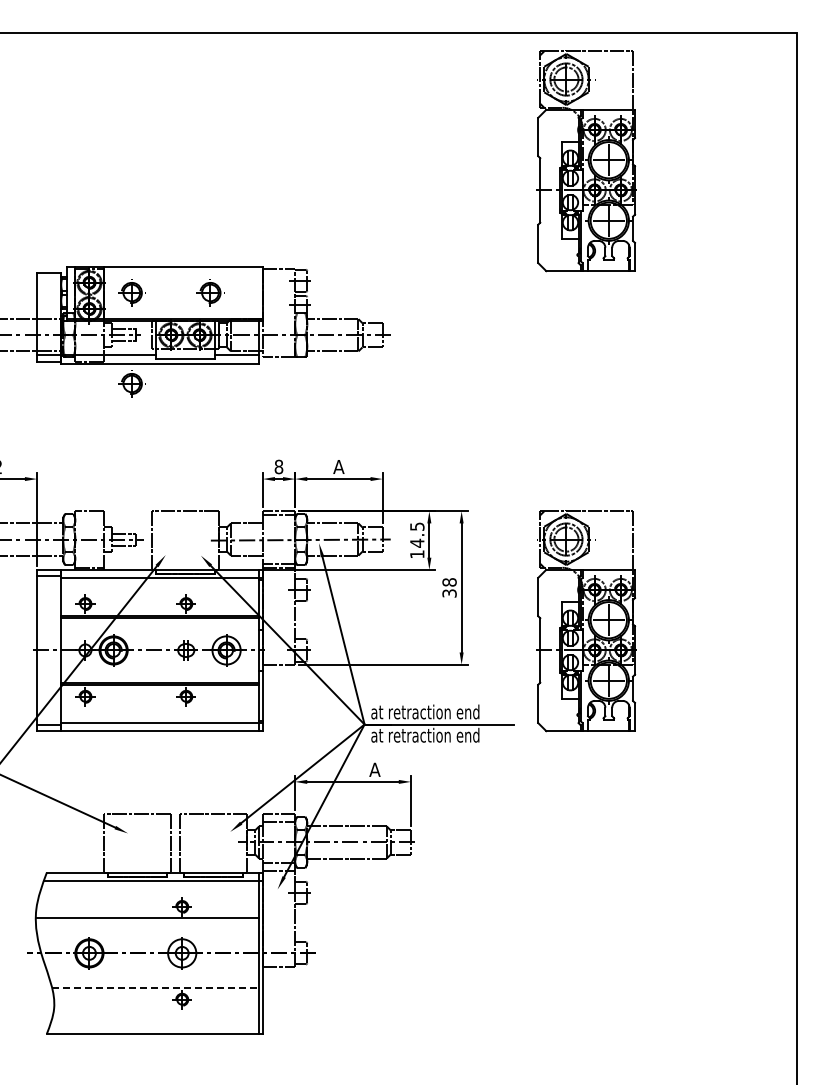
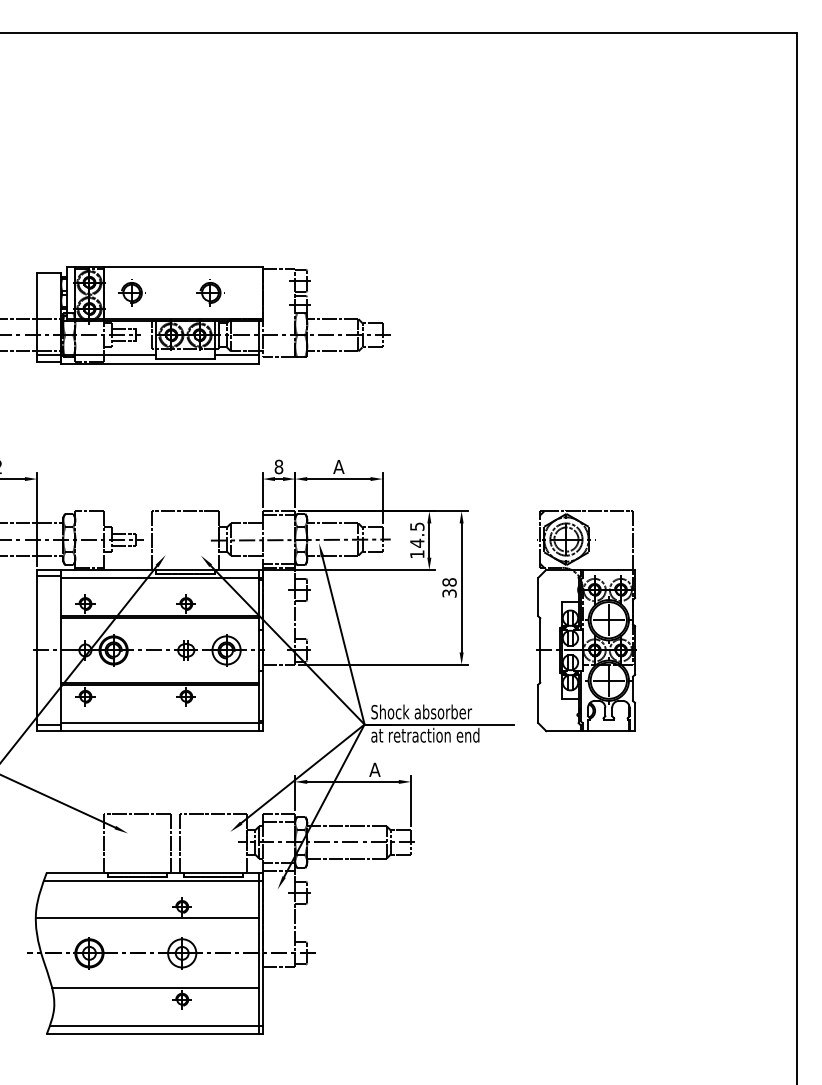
part at (586, 161): present -> none
part at (131, 383): present -> none
text at (425, 711): at retraction end -> Shock absorber
line at (156, 988): dashed -> solid
line at (155, 1025): none -> present
